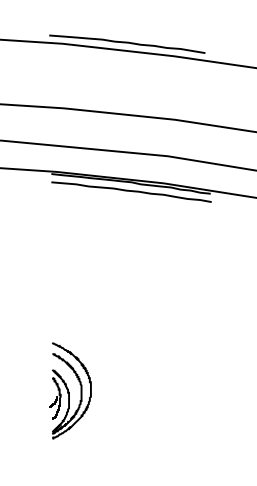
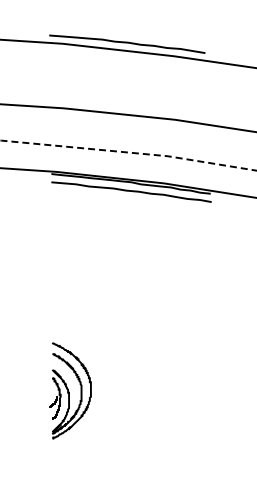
line at (128, 152): solid -> dashed
